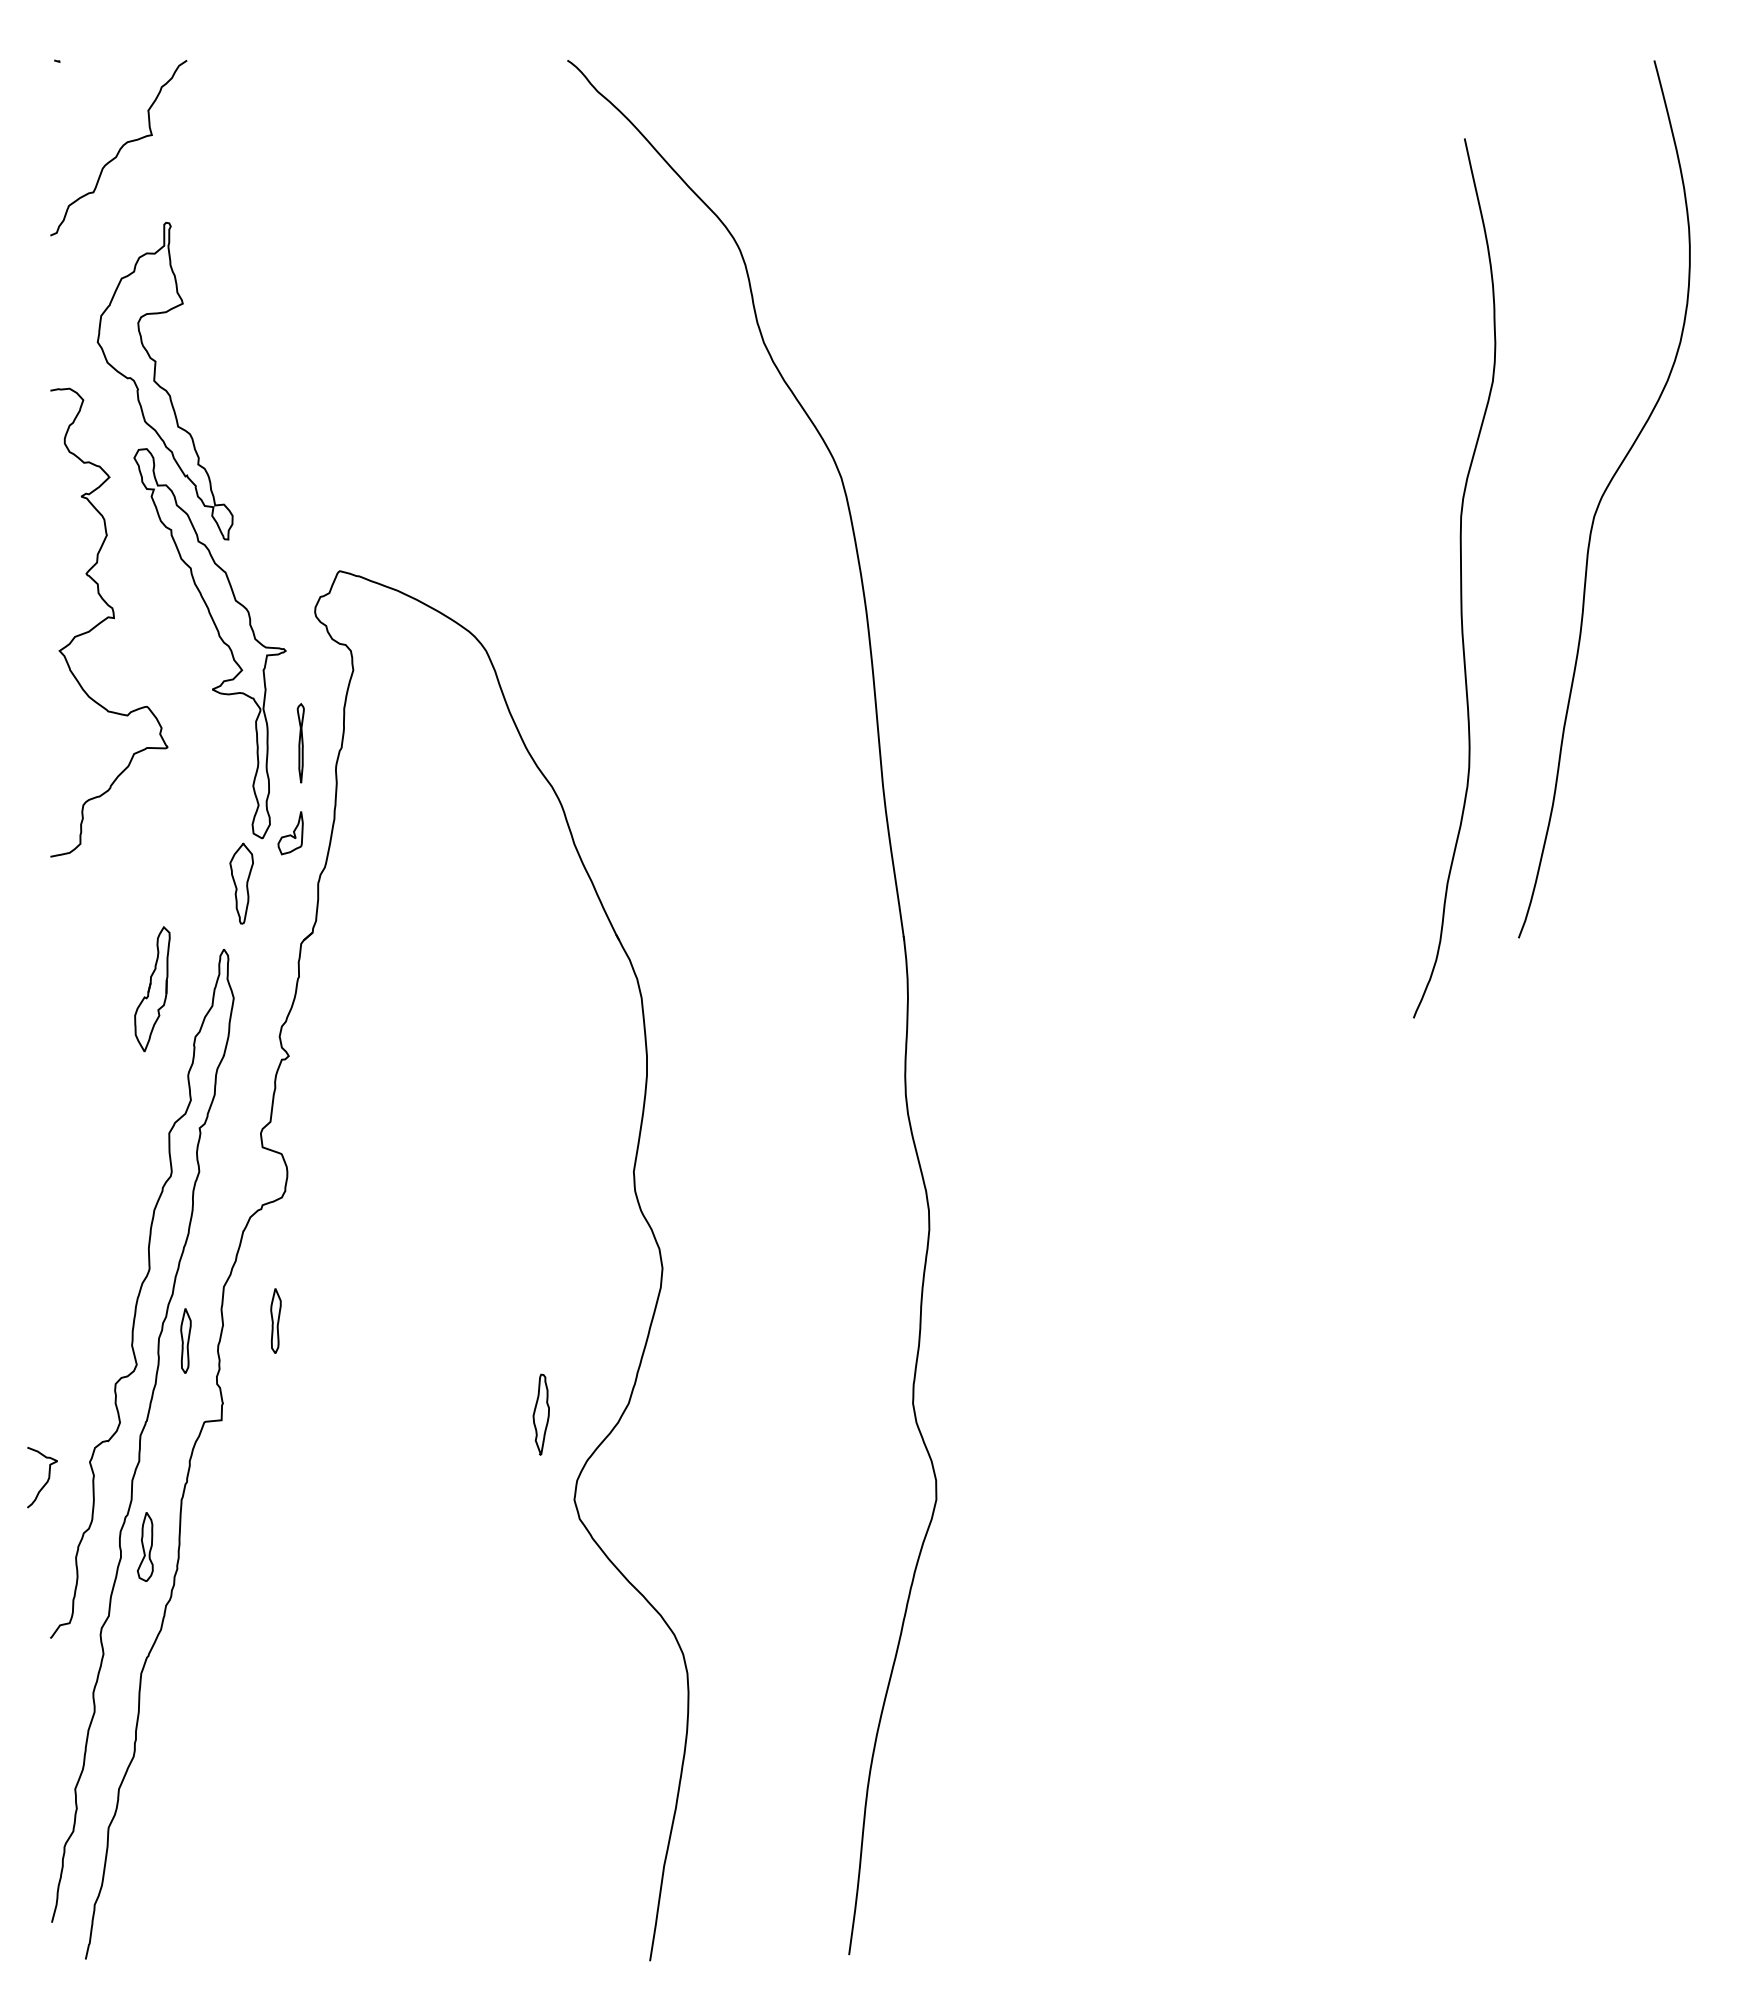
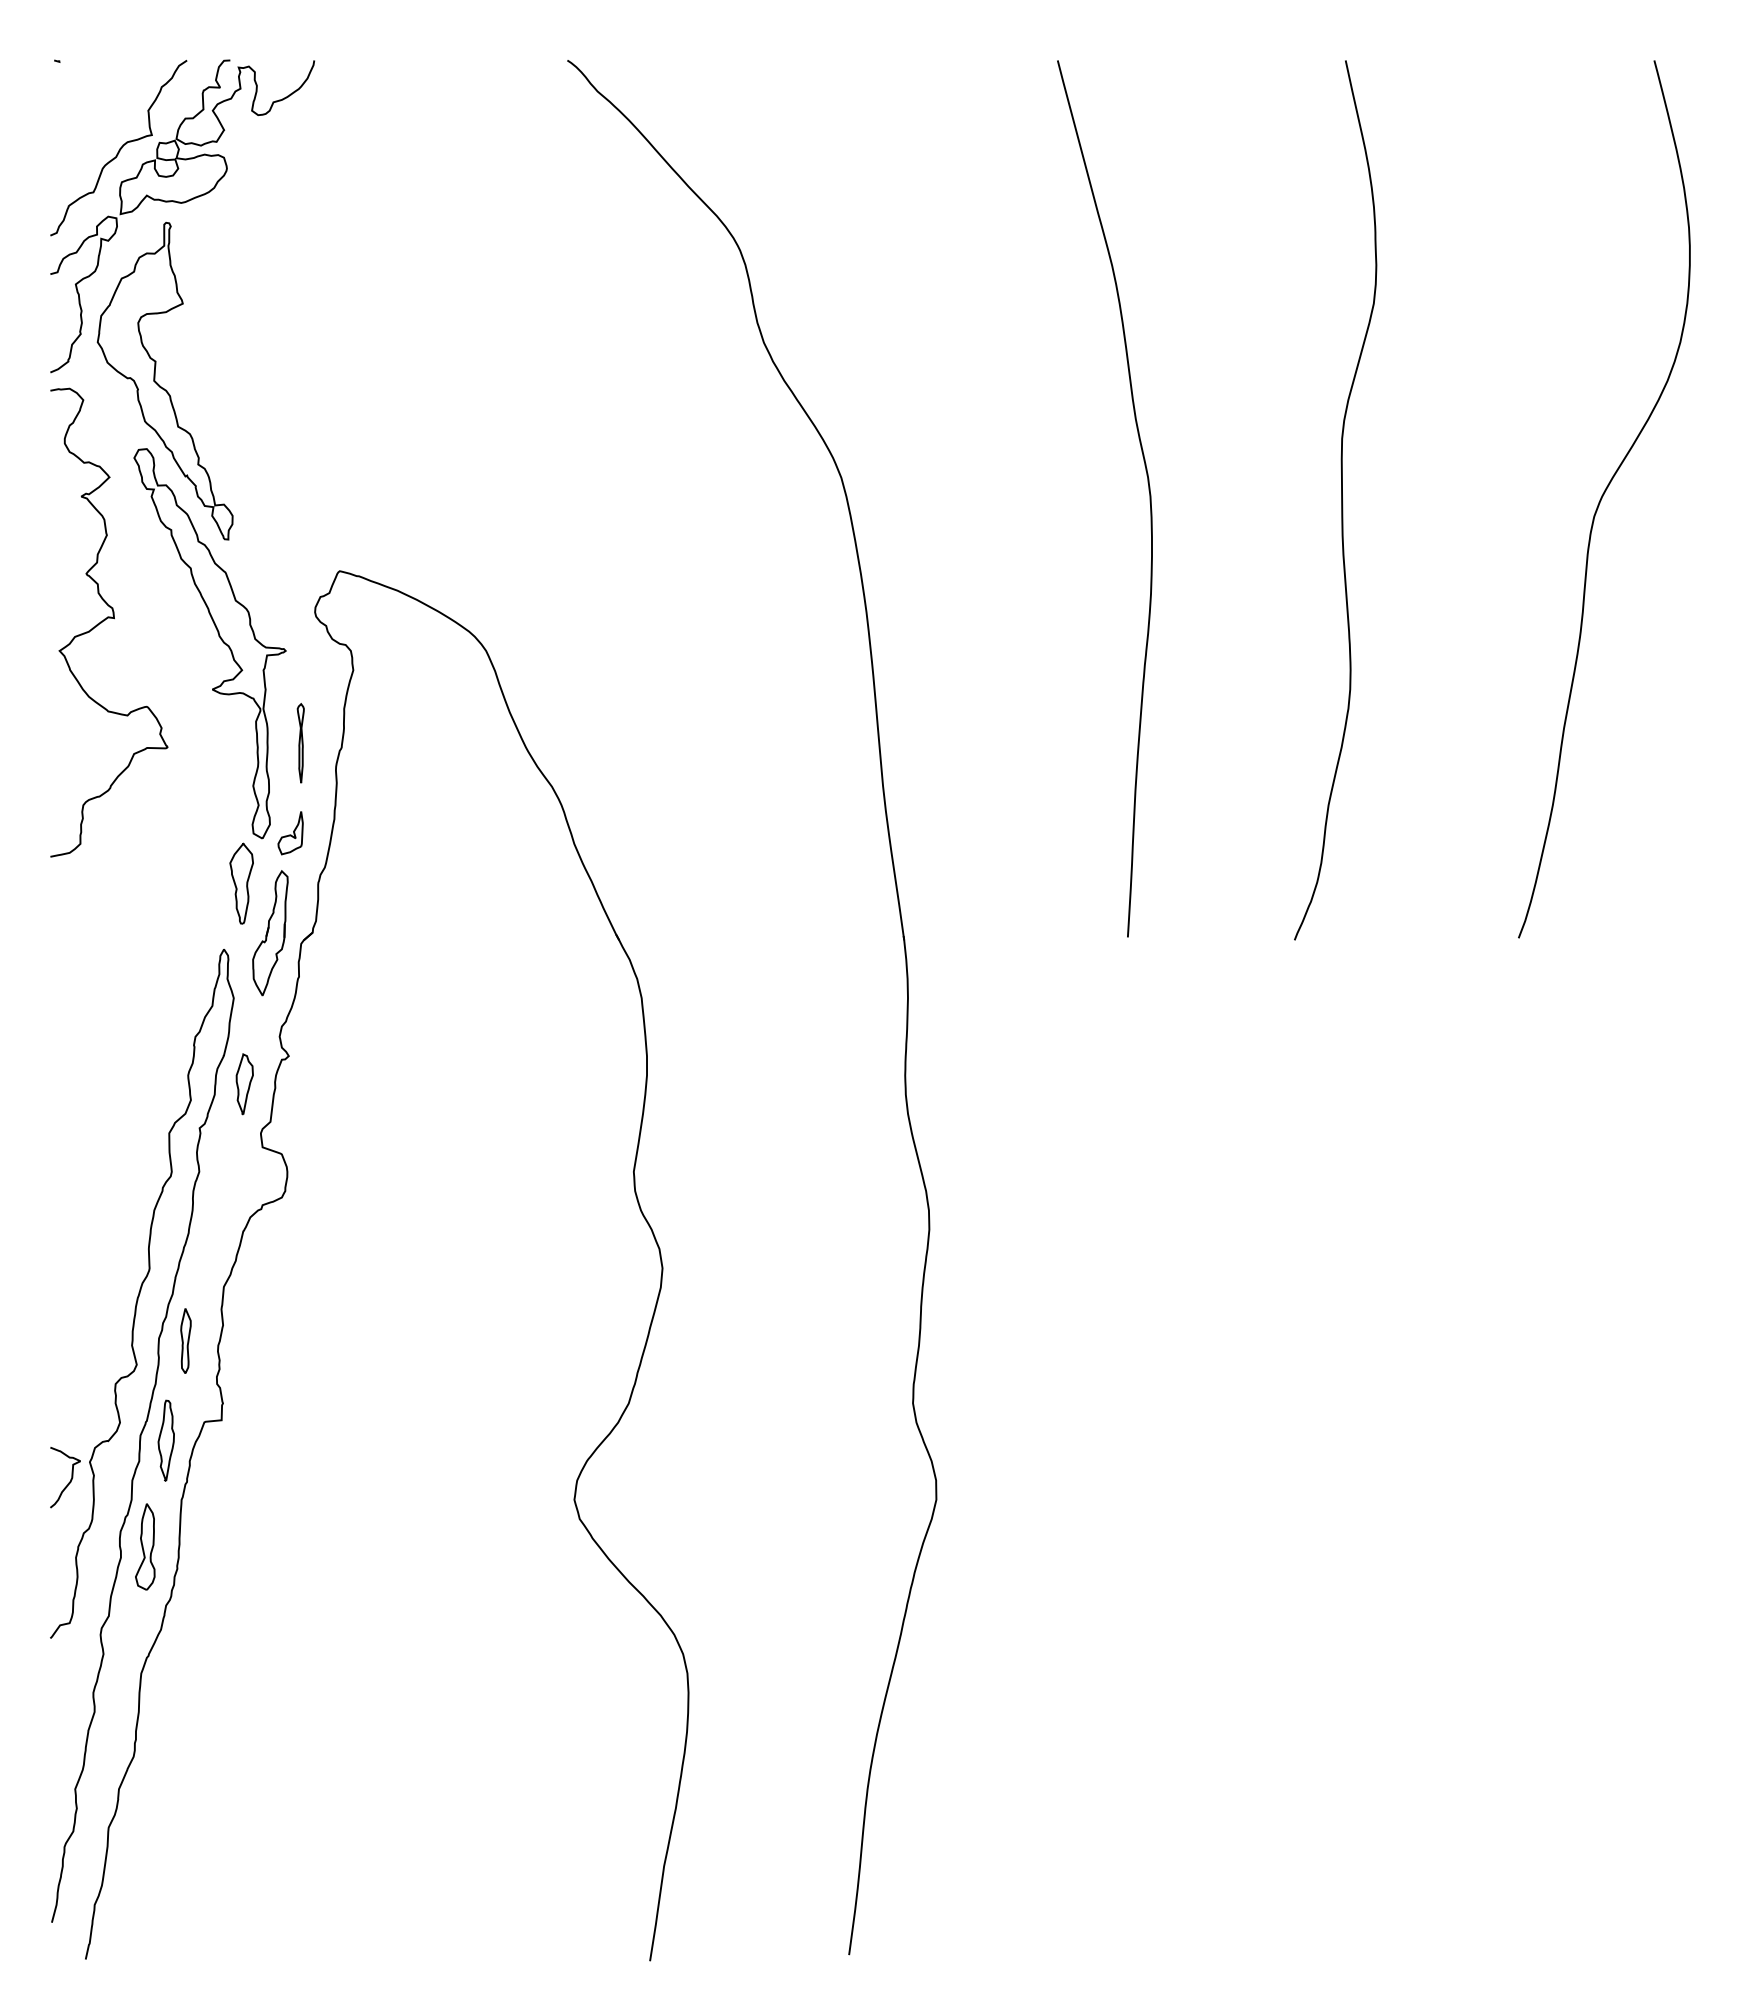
part at (182, 203): none -> present
curve at (1148, 490): none -> present
curve at (1460, 578) position: (1460, 578) -> (1341, 500)
part at (152, 989) position: (152, 989) -> (270, 933)
part at (244, 1084): none -> present
part at (275, 1320): present -> none
part at (540, 1414) position: (540, 1414) -> (165, 1440)
curve at (47, 1479) position: (47, 1479) -> (70, 1479)
part at (145, 1546) size: 17x70 px -> 21x88 px
